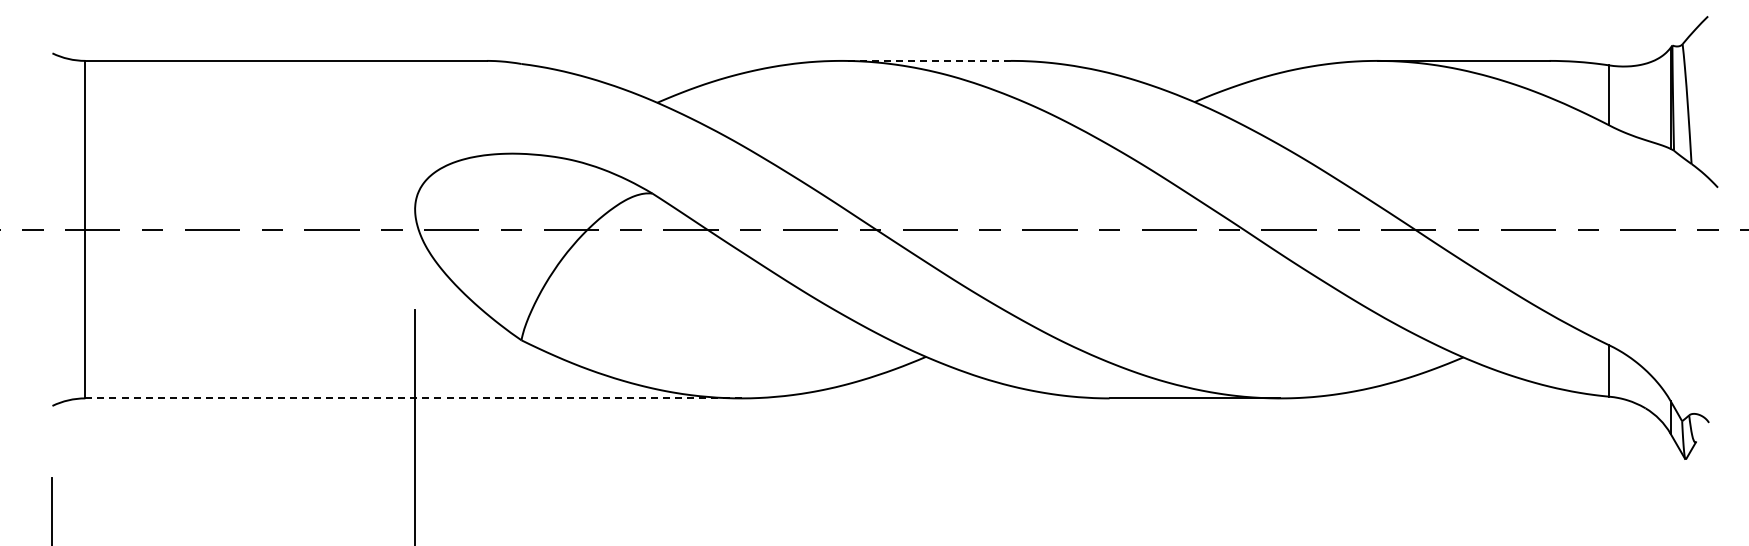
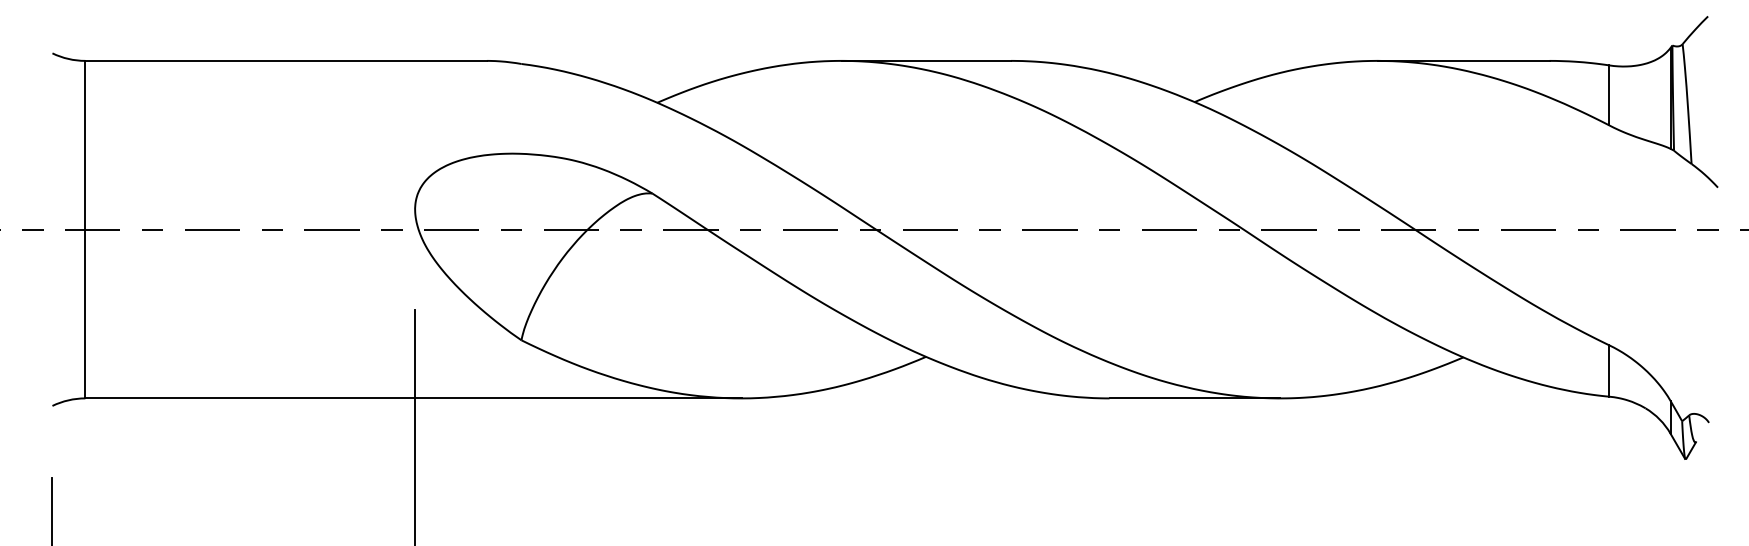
line at (926, 60): dashed -> solid
line at (414, 398): dashed -> solid
